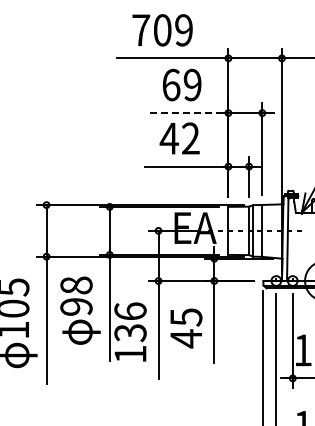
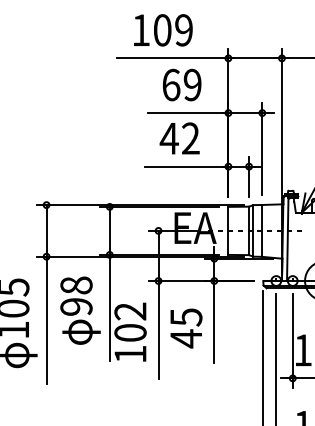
text at (141, 29): 709 -> 109
line at (184, 113): dashed -> solid
text at (130, 322): 136 -> 102
